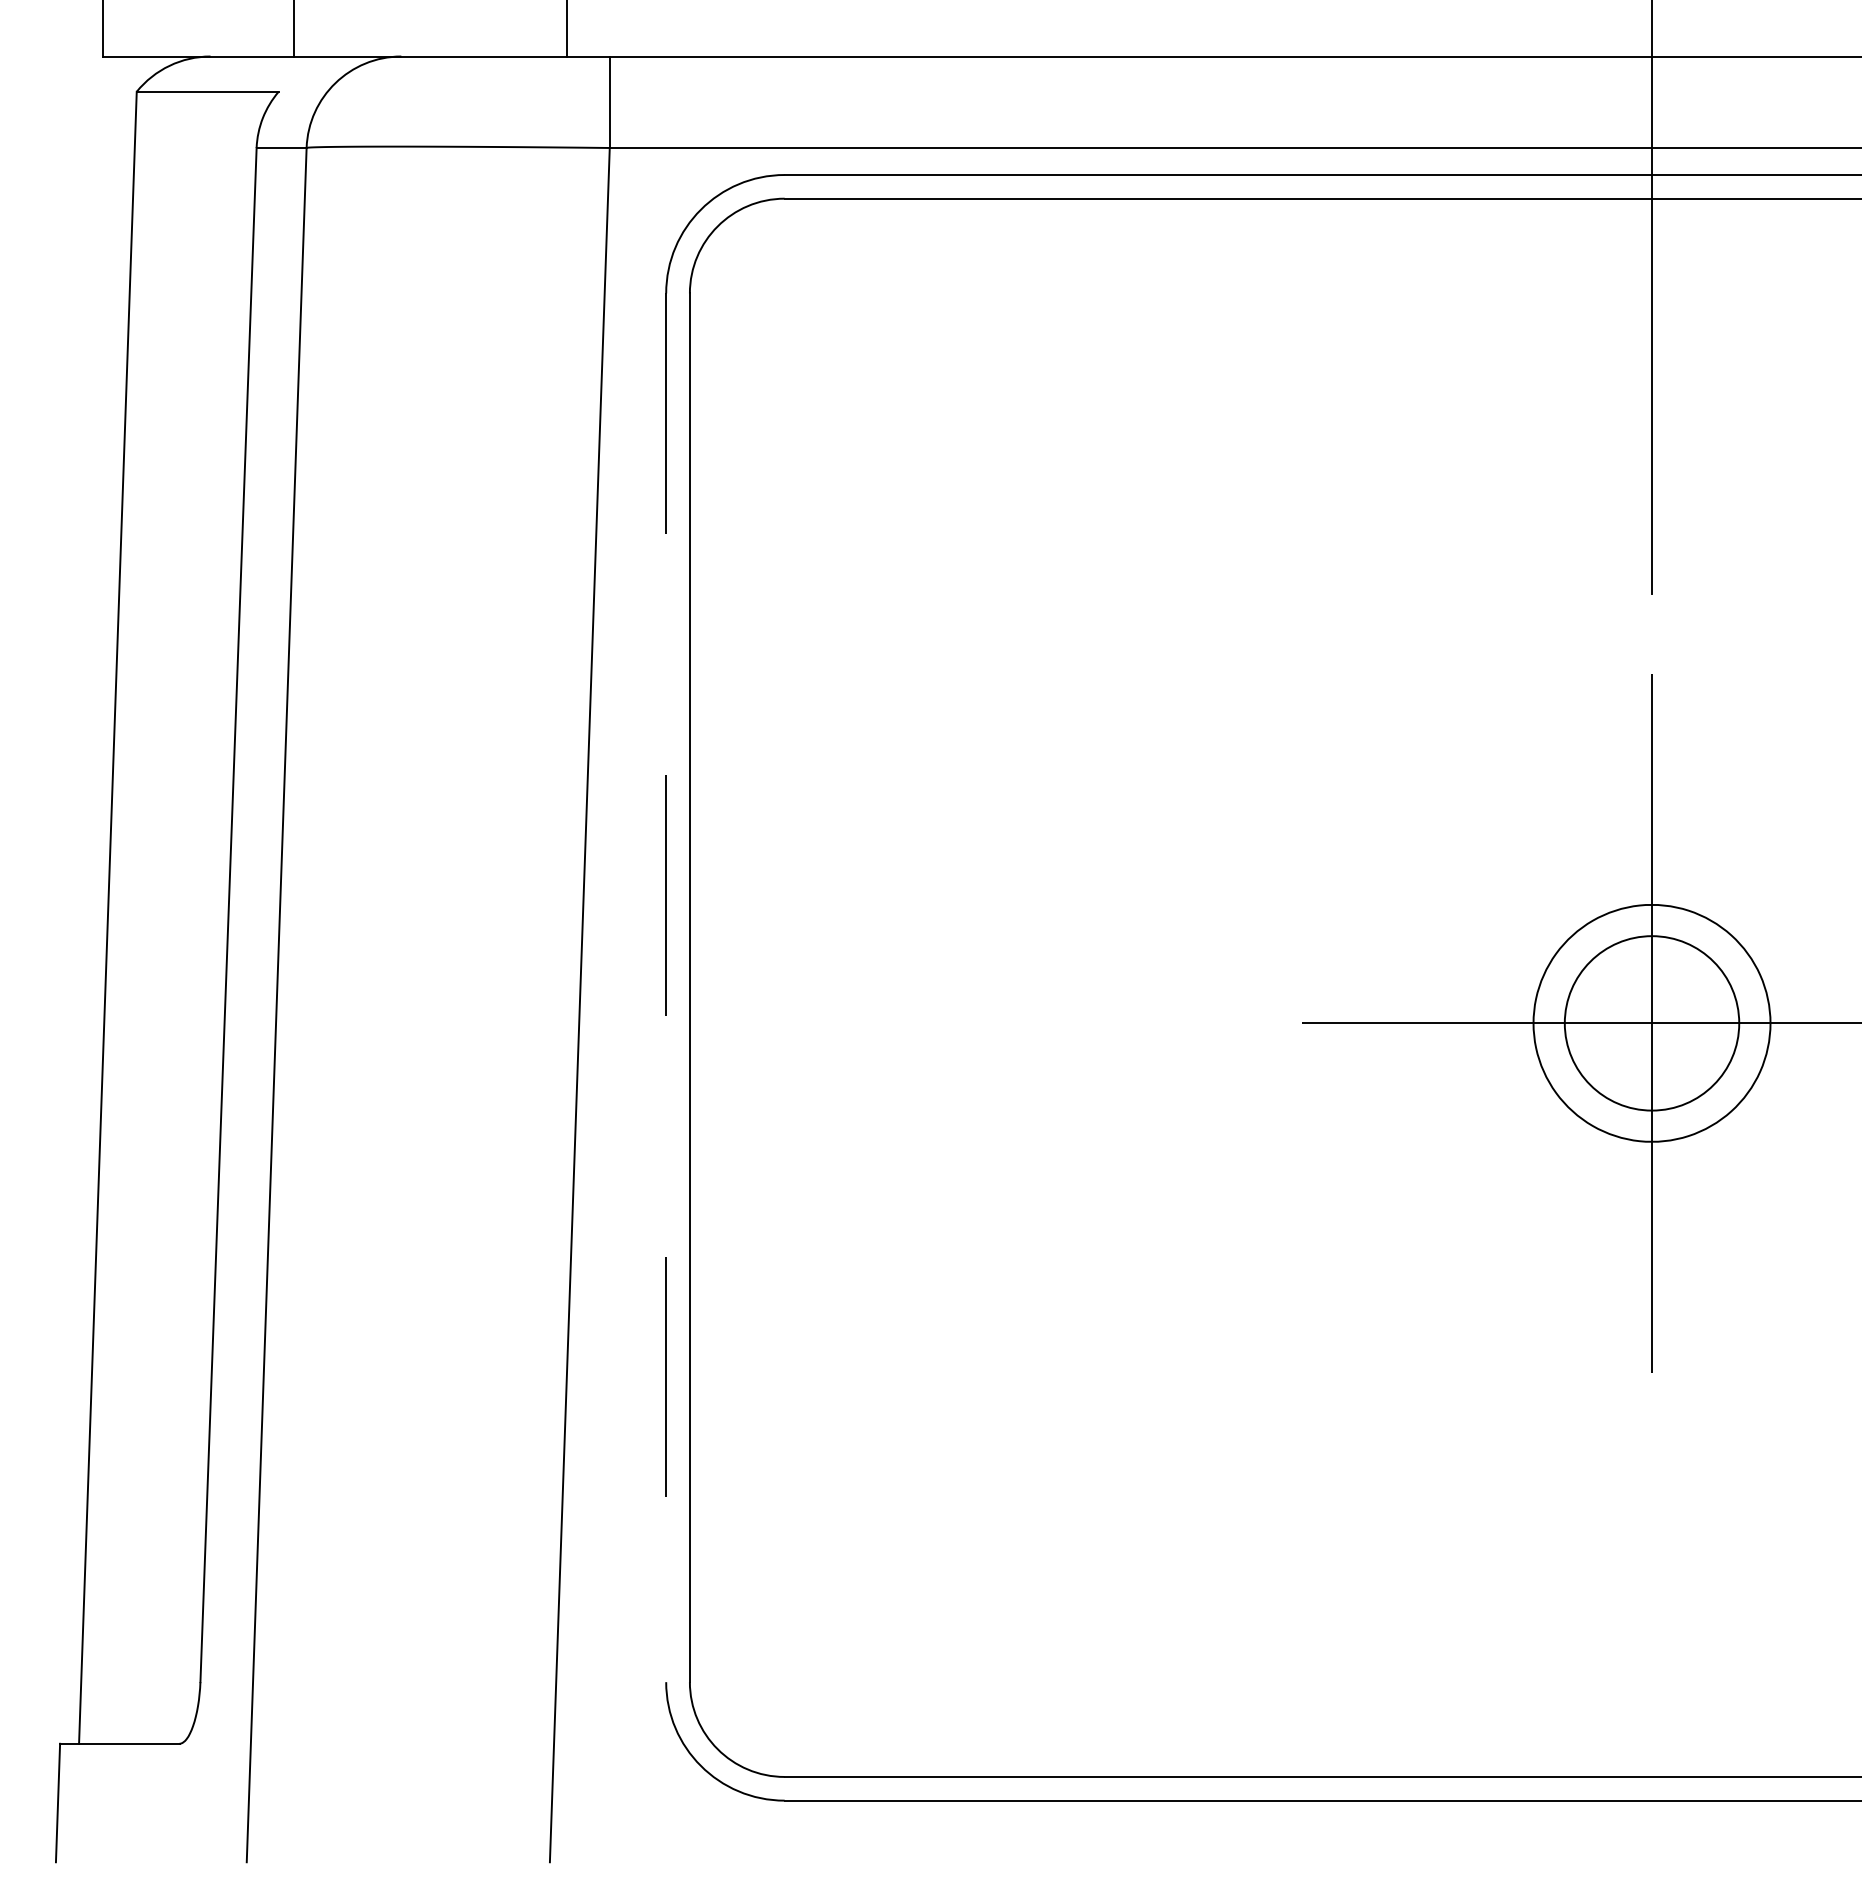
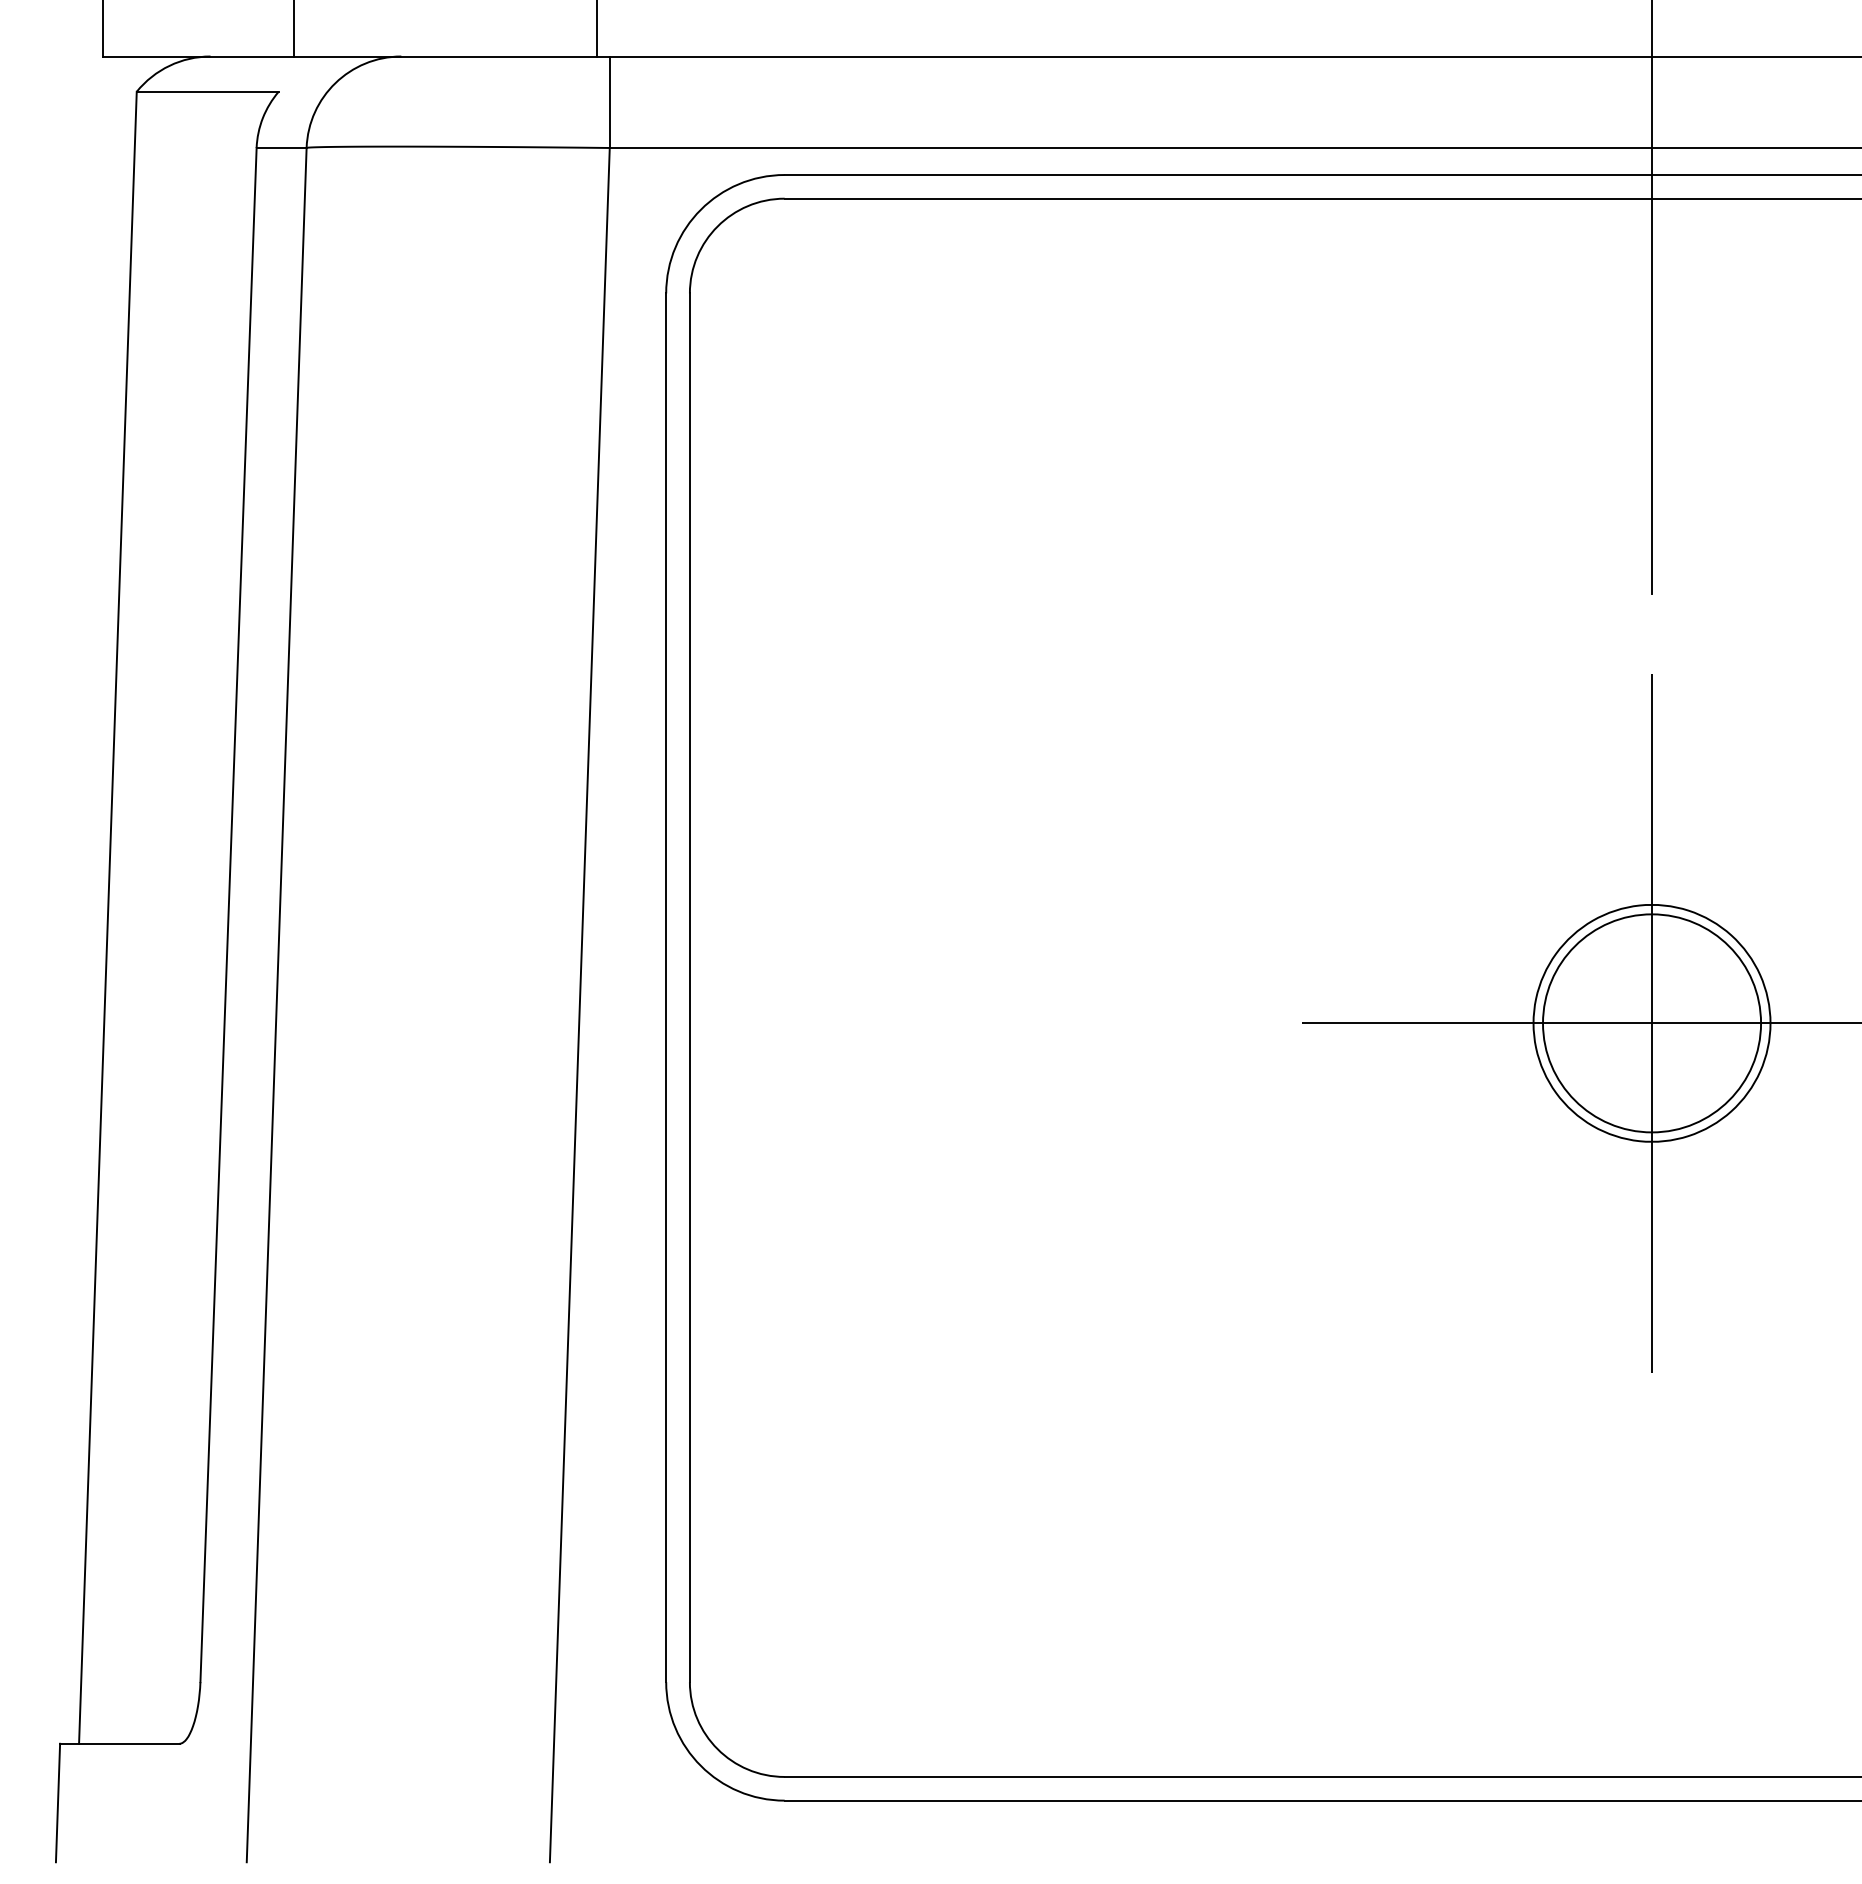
line at (567, 29) position: (567, 29) -> (597, 29)
line at (666, 988): dashed -> solid
circle at (1651, 1023) diameter: 174 px -> 218 px
